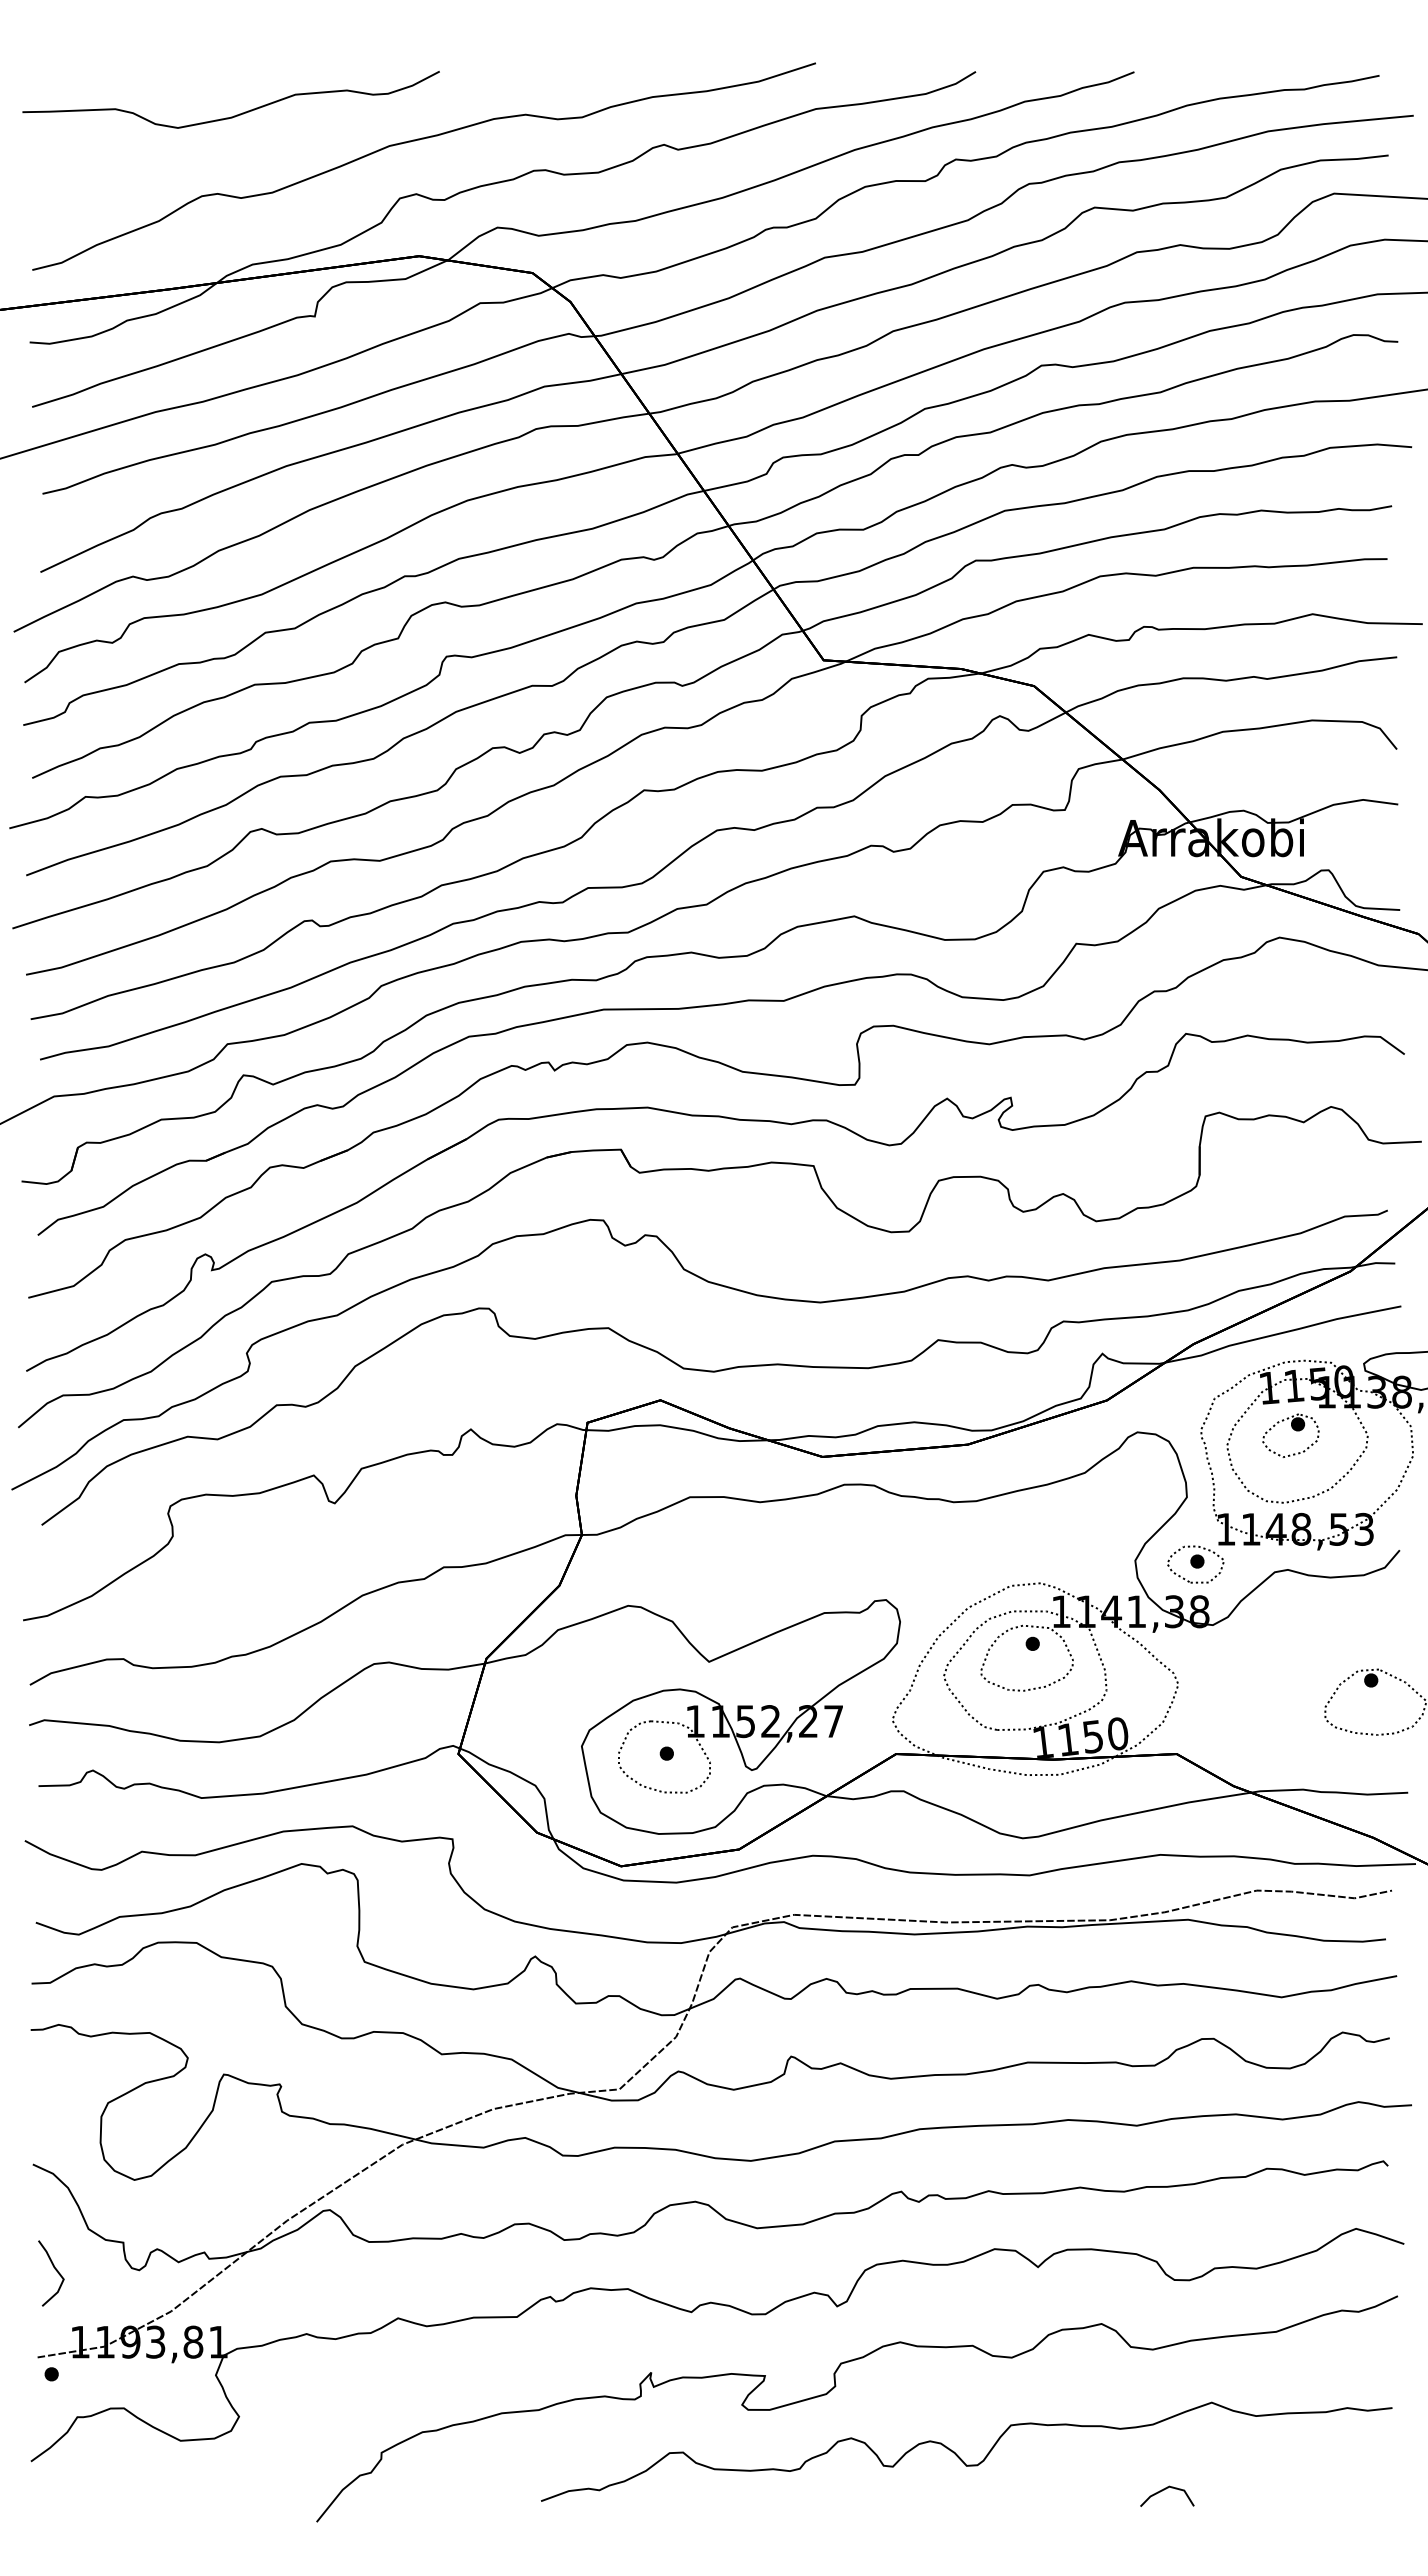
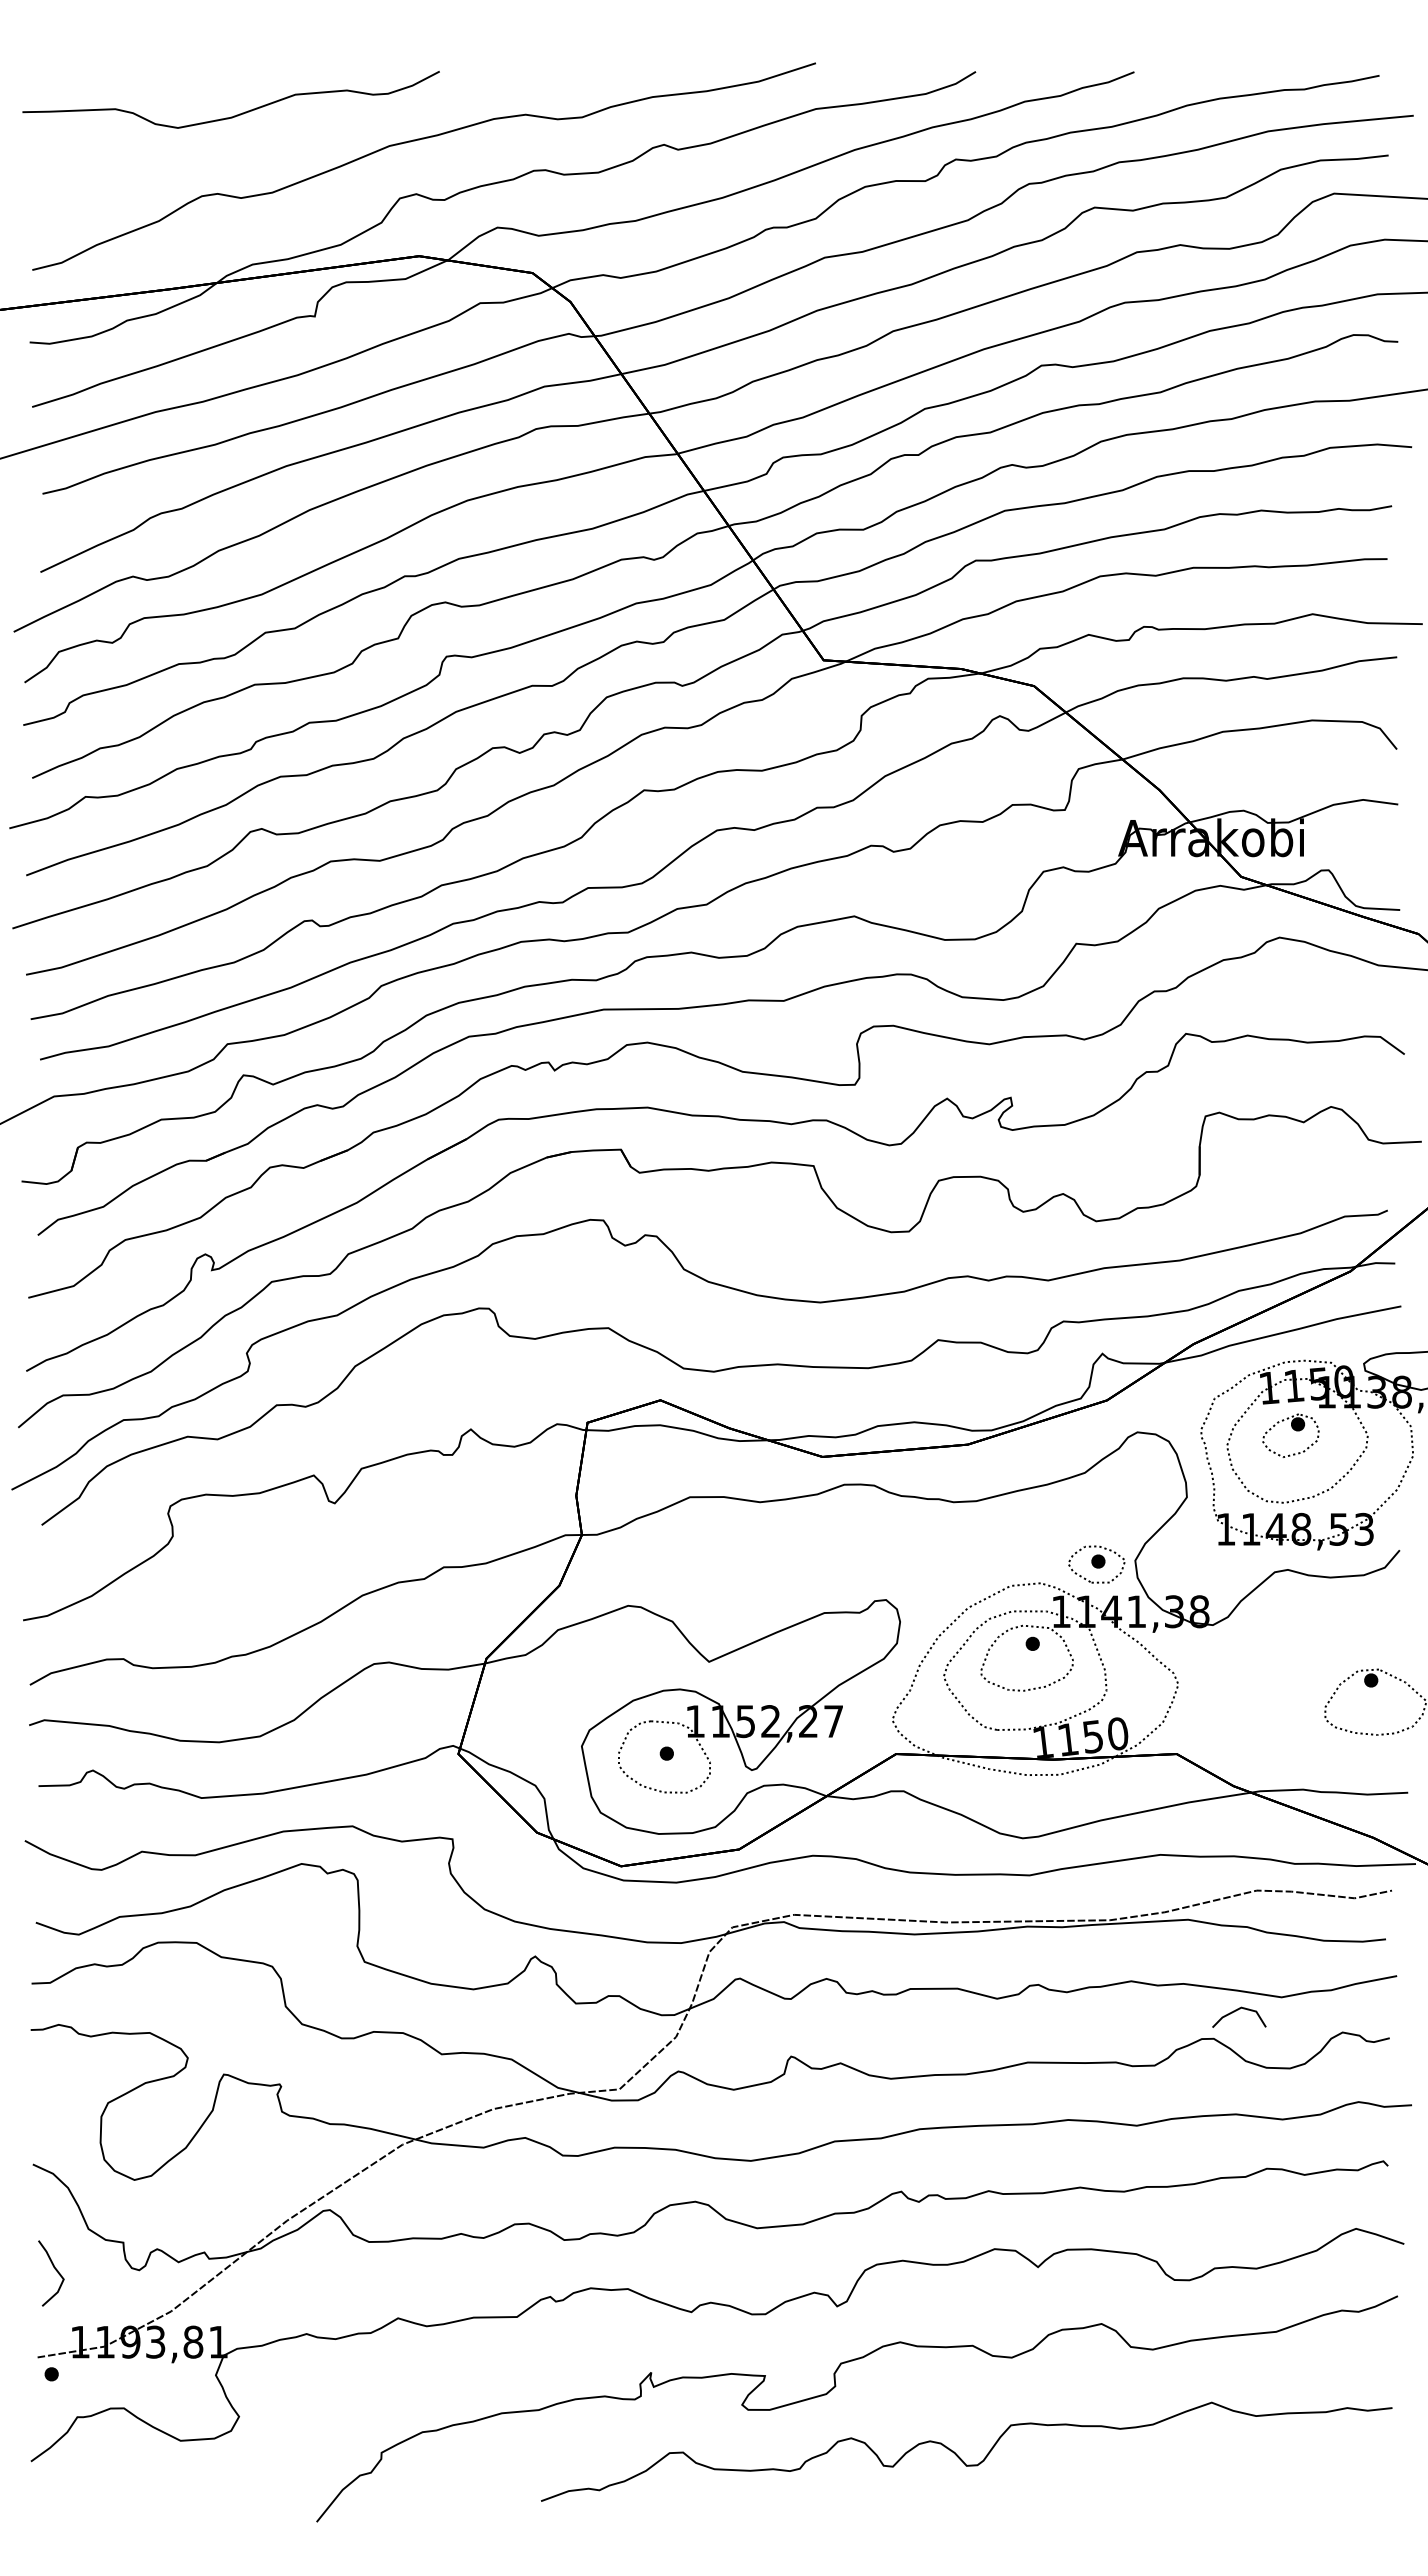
part at (1195, 1564) position: (1195, 1564) -> (1096, 1564)
line at (1164, 2490) position: (1164, 2490) -> (1236, 2011)
